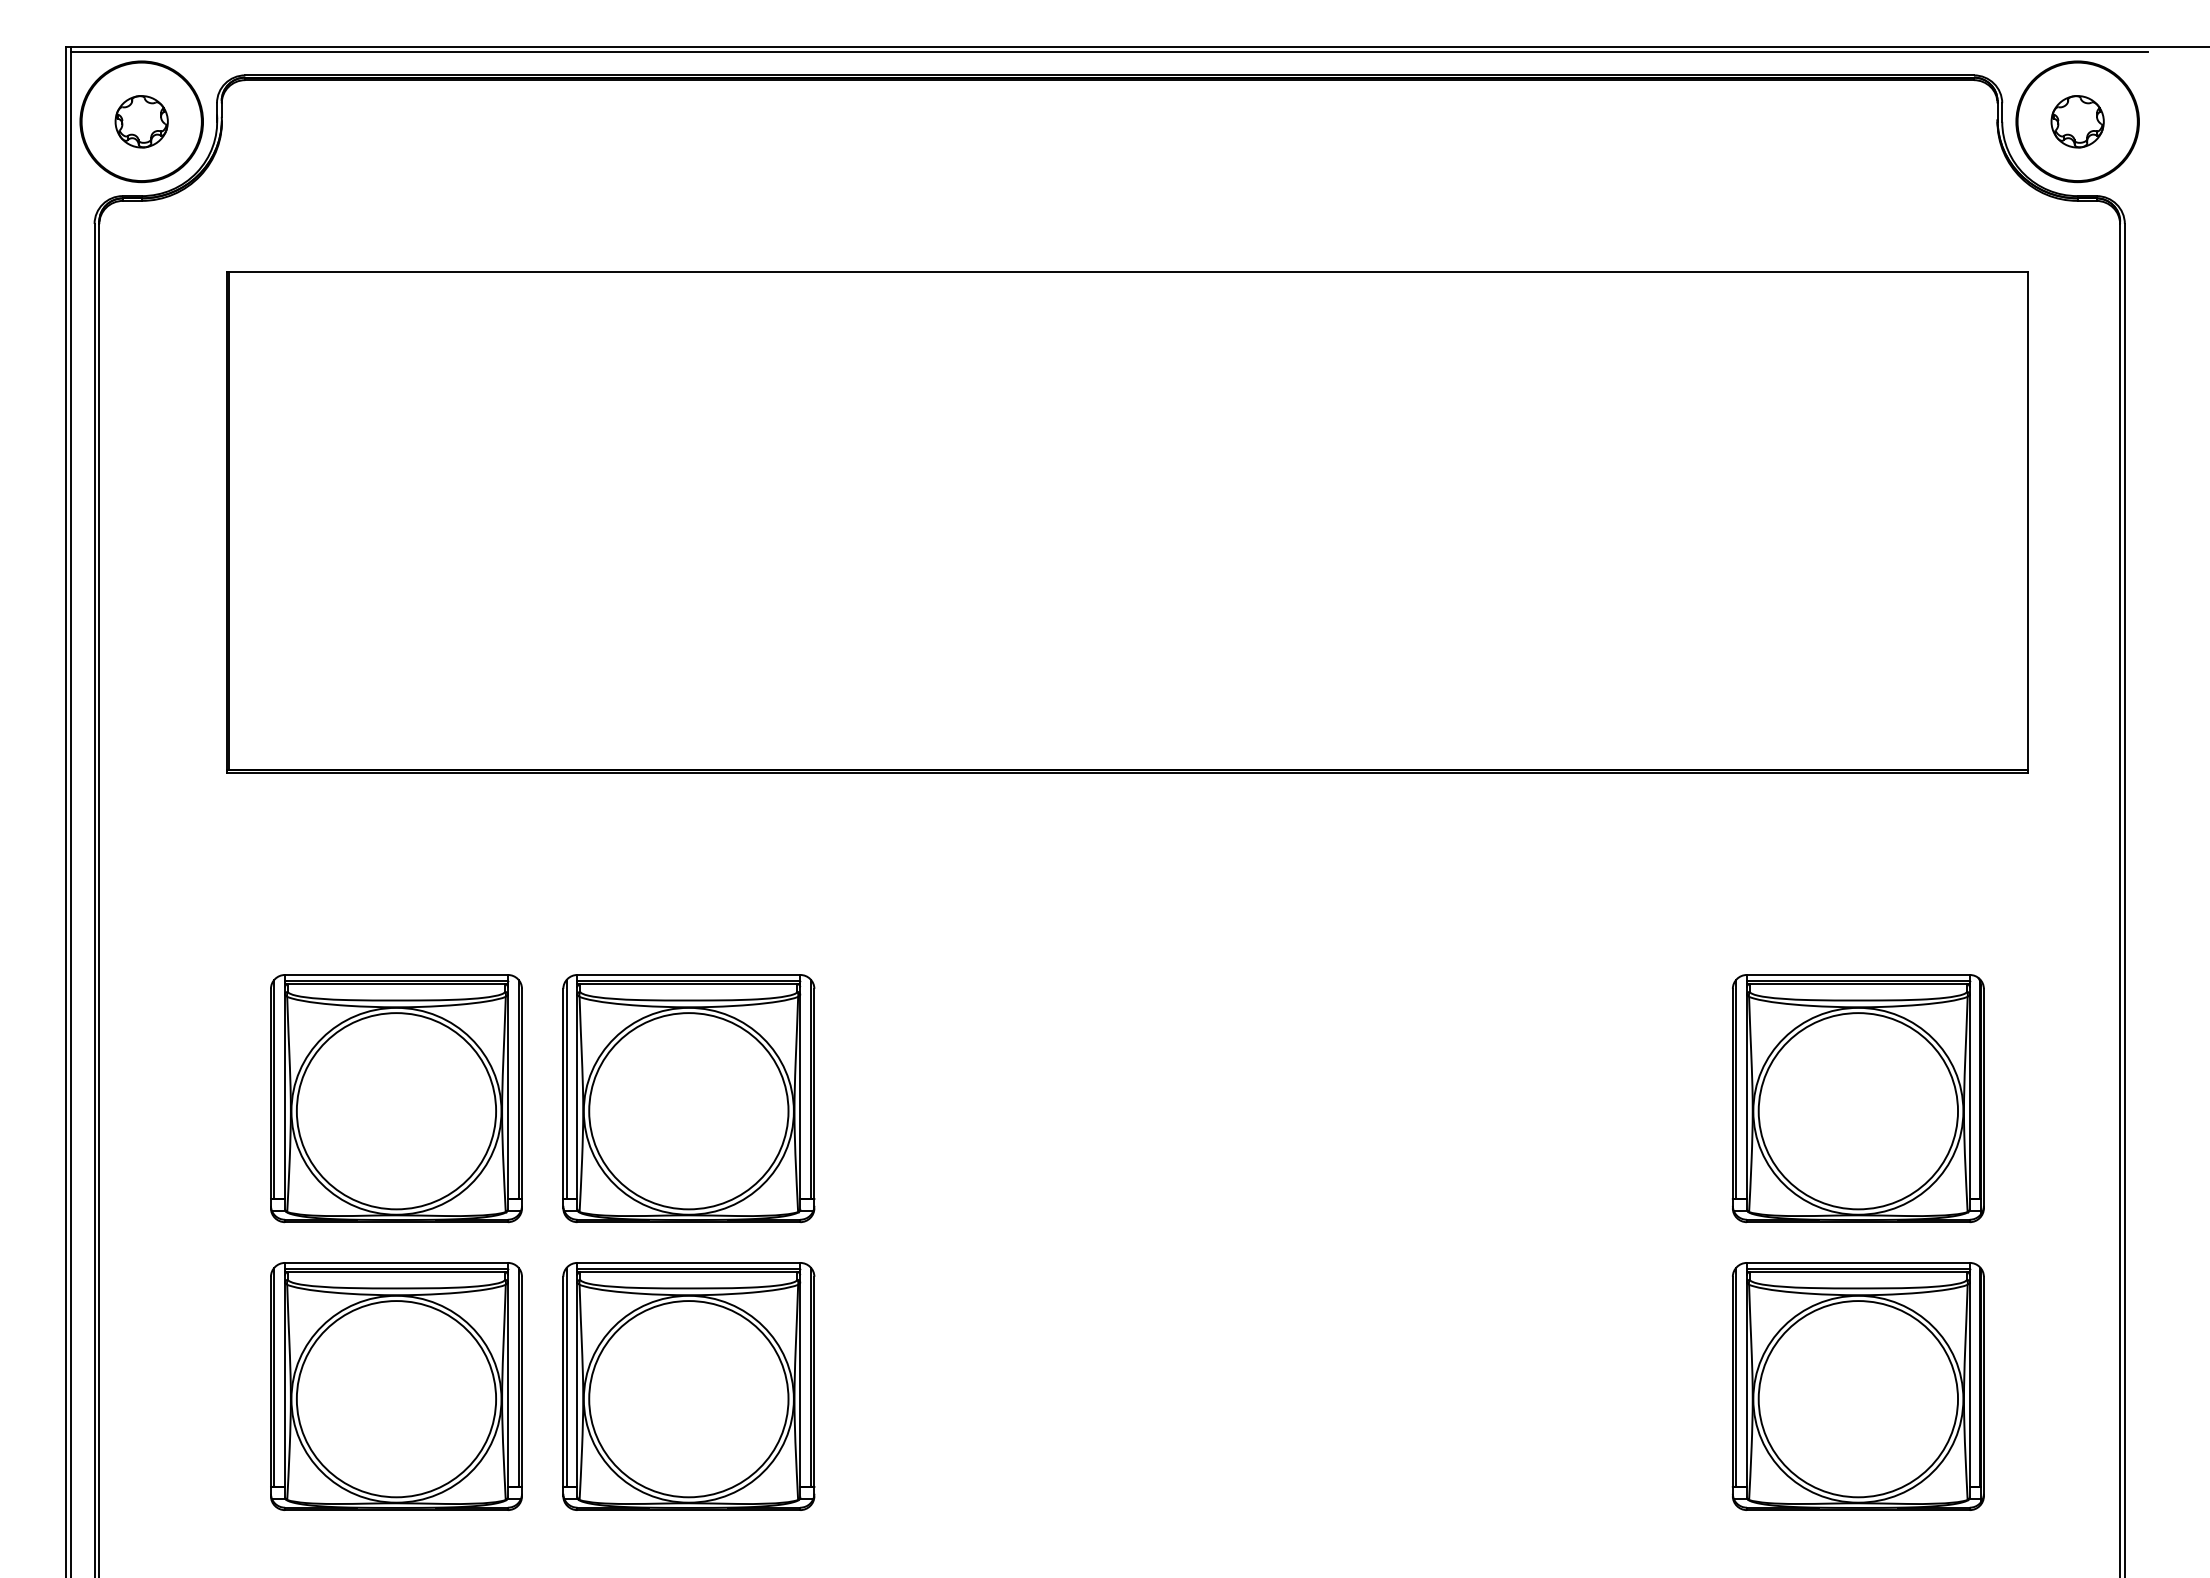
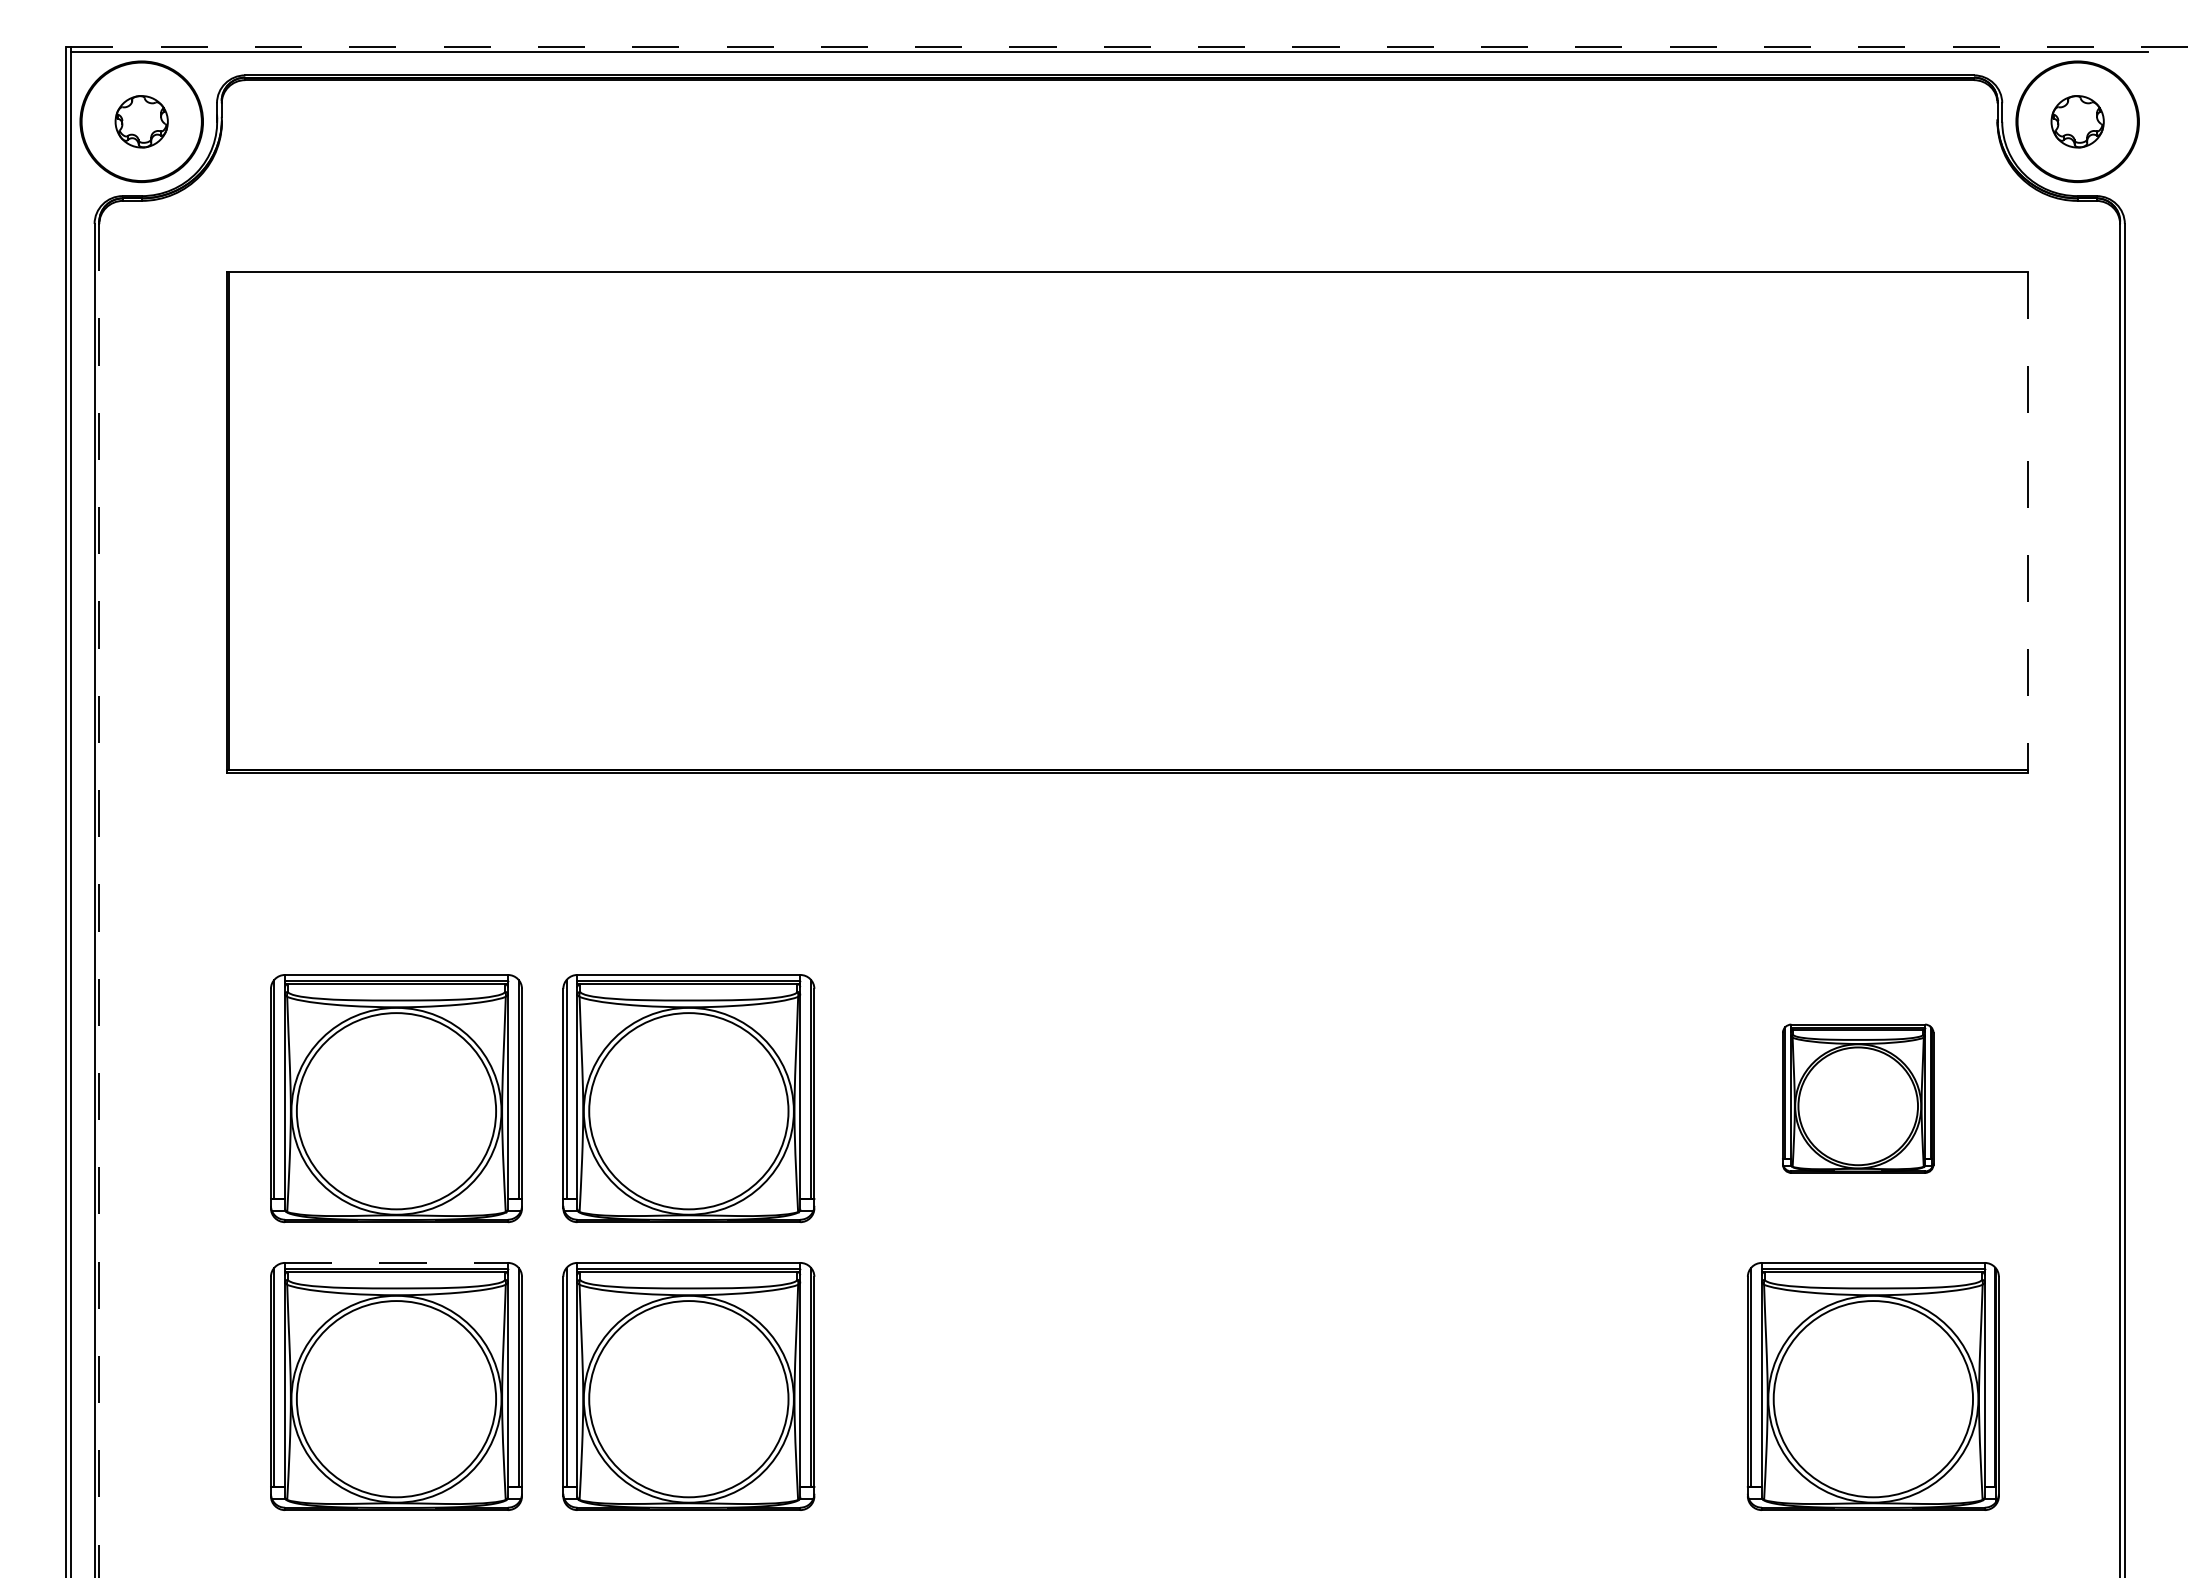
line at (1138, 47): solid -> dashed
line at (2028, 522): solid -> dashed
line at (99, 900): solid -> dashed
part at (1857, 1098) size: 254x250 px -> 153x151 px
line at (396, 1262): solid -> dashed
part at (1857, 1386) position: (1857, 1386) -> (1872, 1386)
